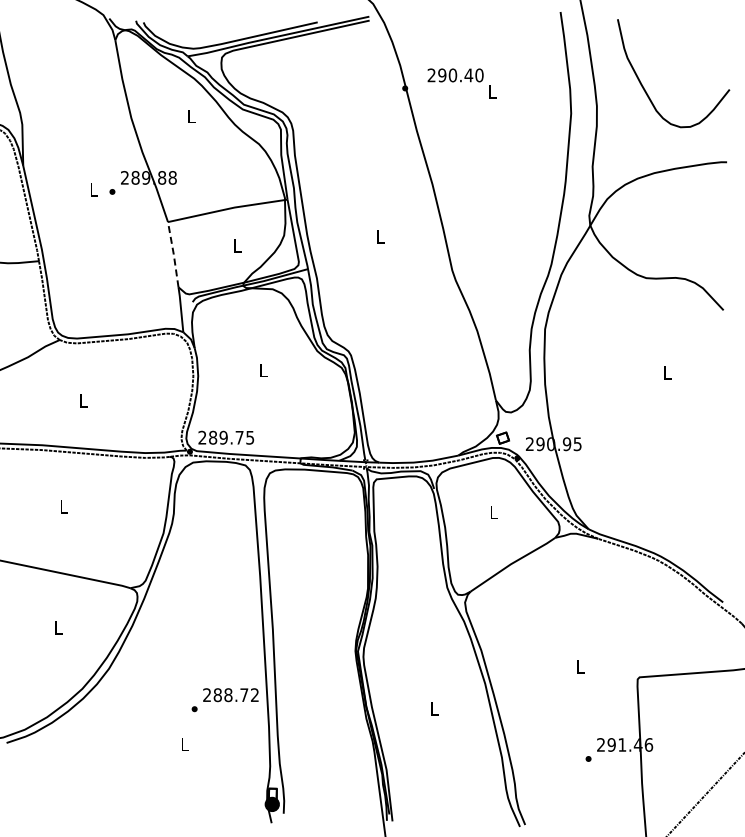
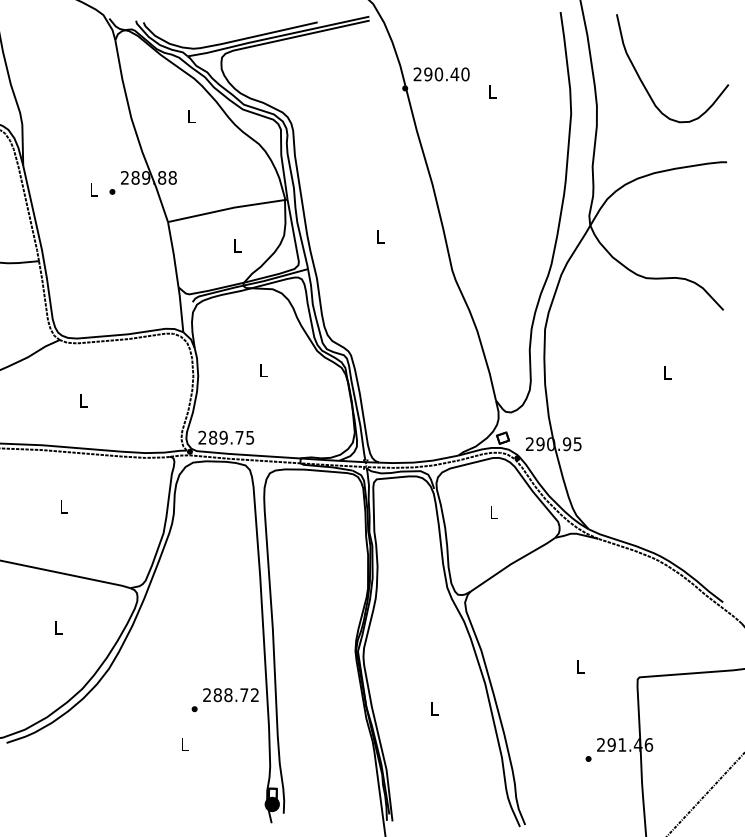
text at (455, 75) position: (455, 75) -> (441, 74)
curve at (644, 87) position: (644, 87) -> (643, 82)
line at (173, 254): dashed -> solid
